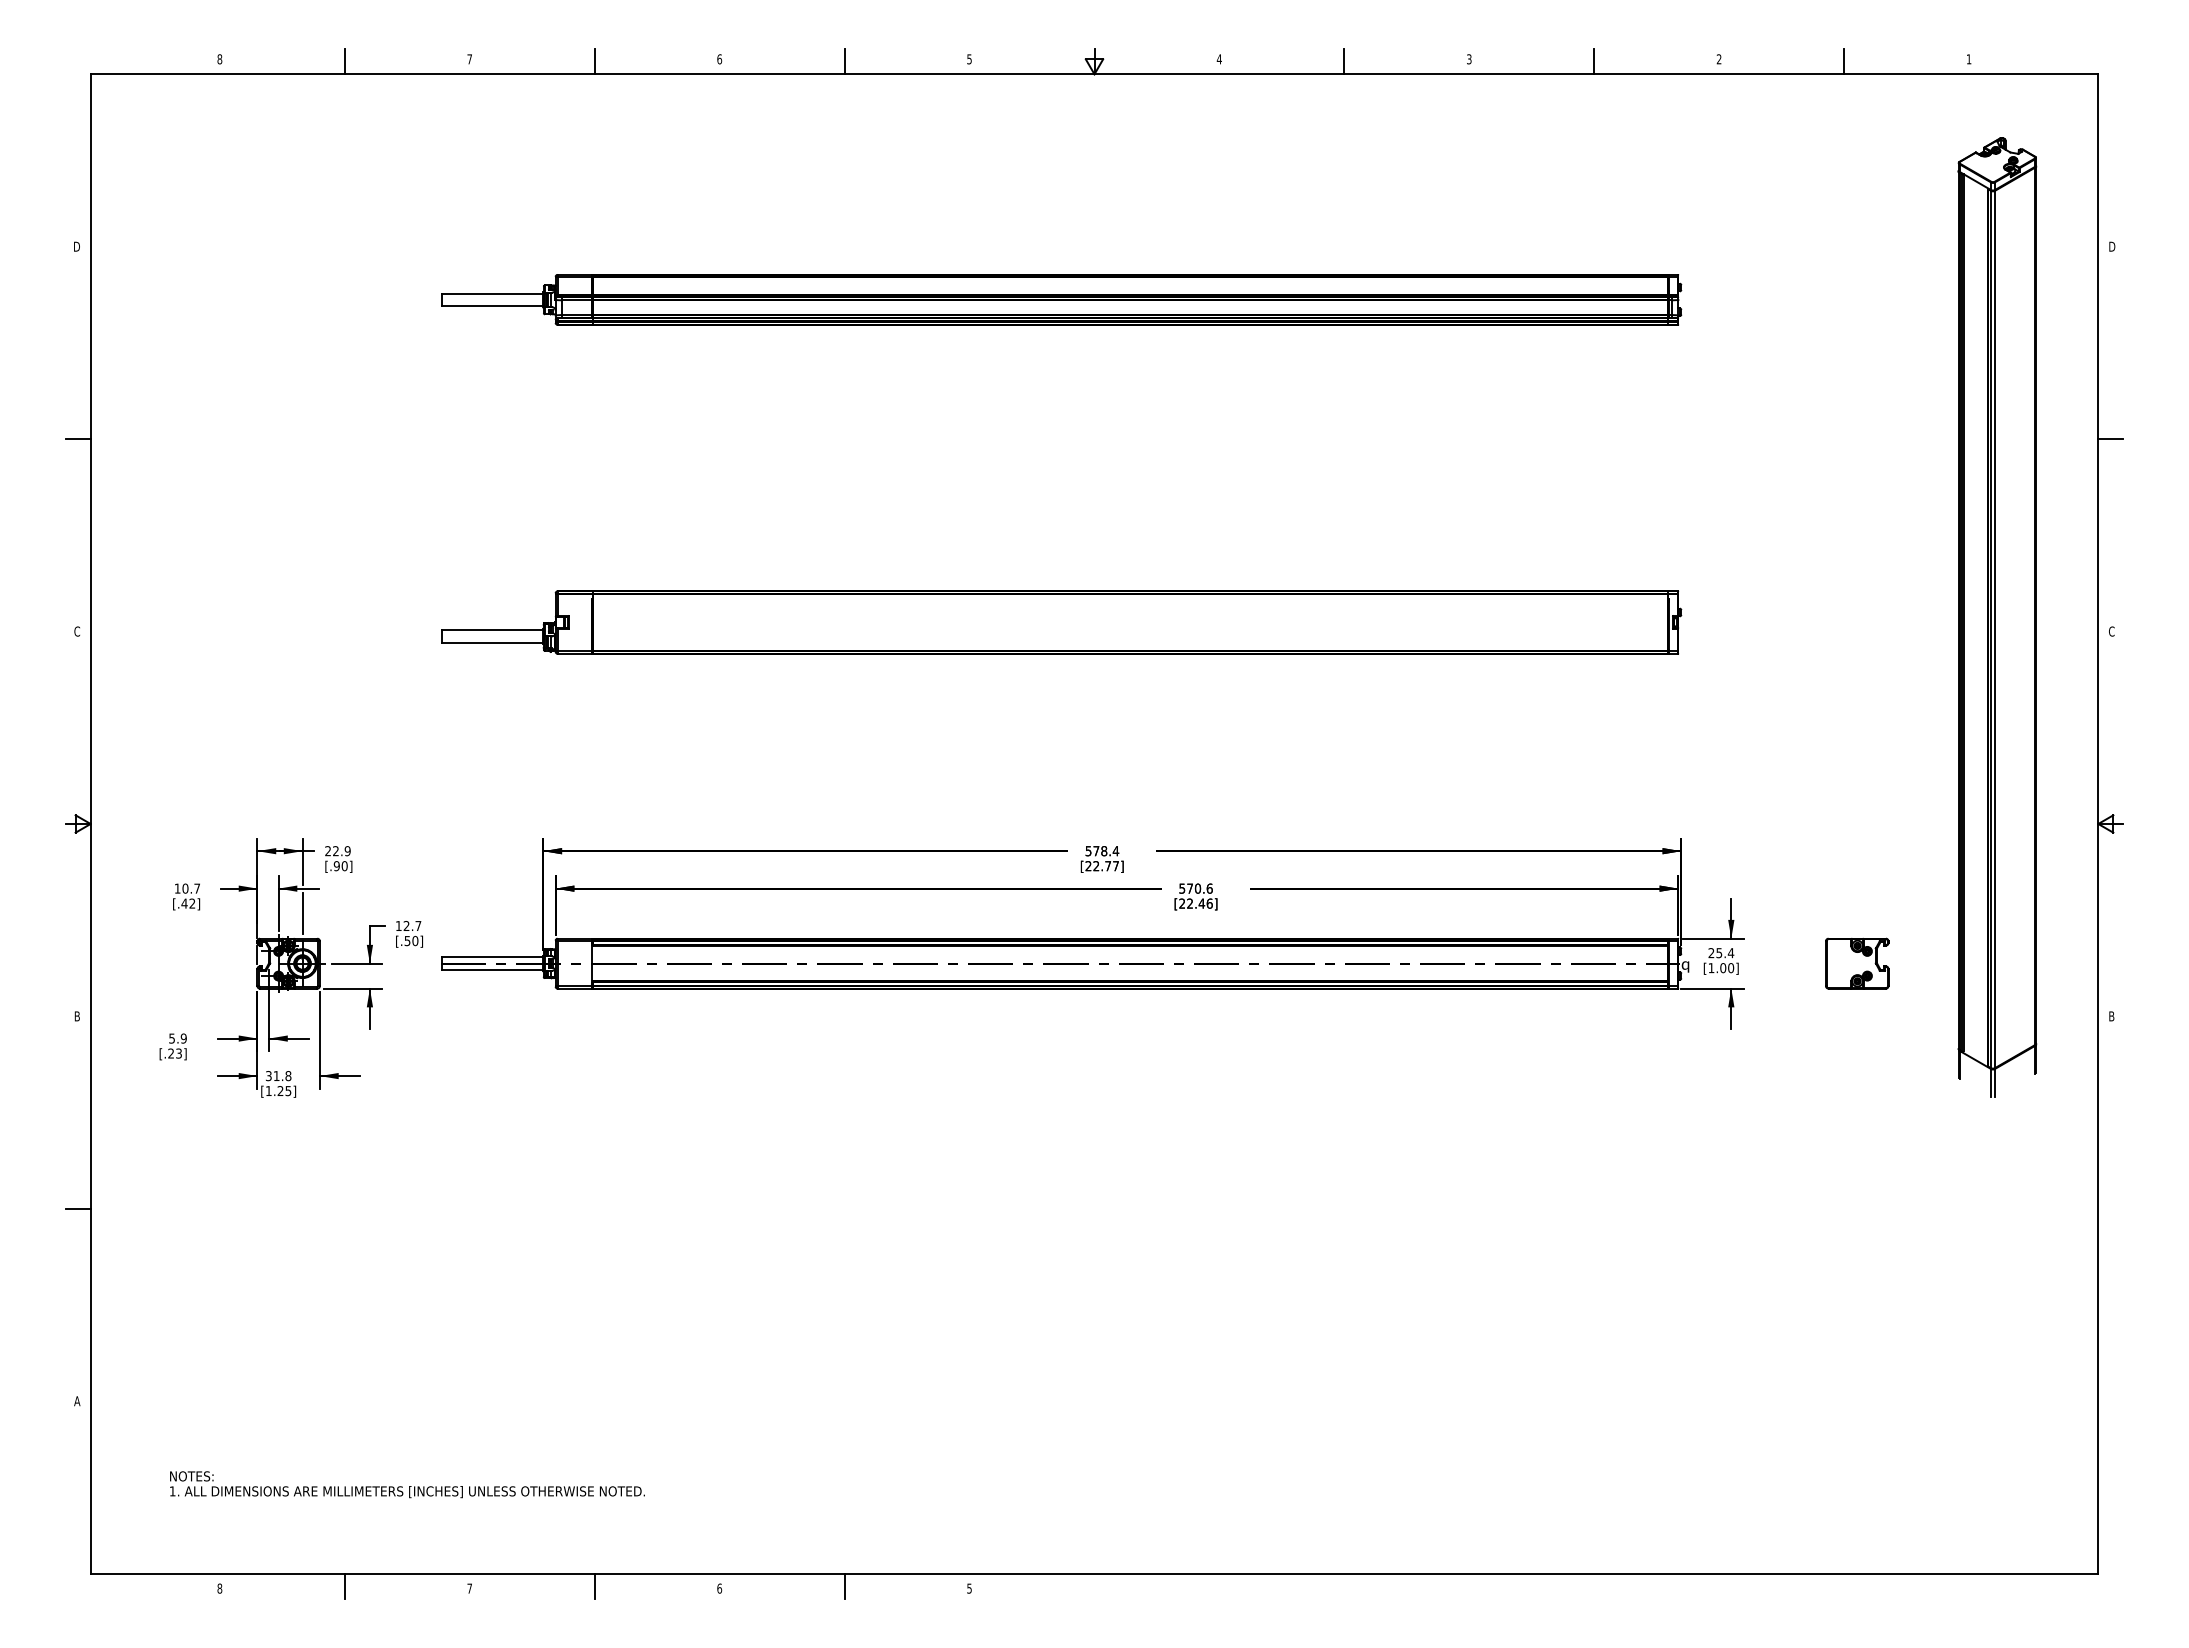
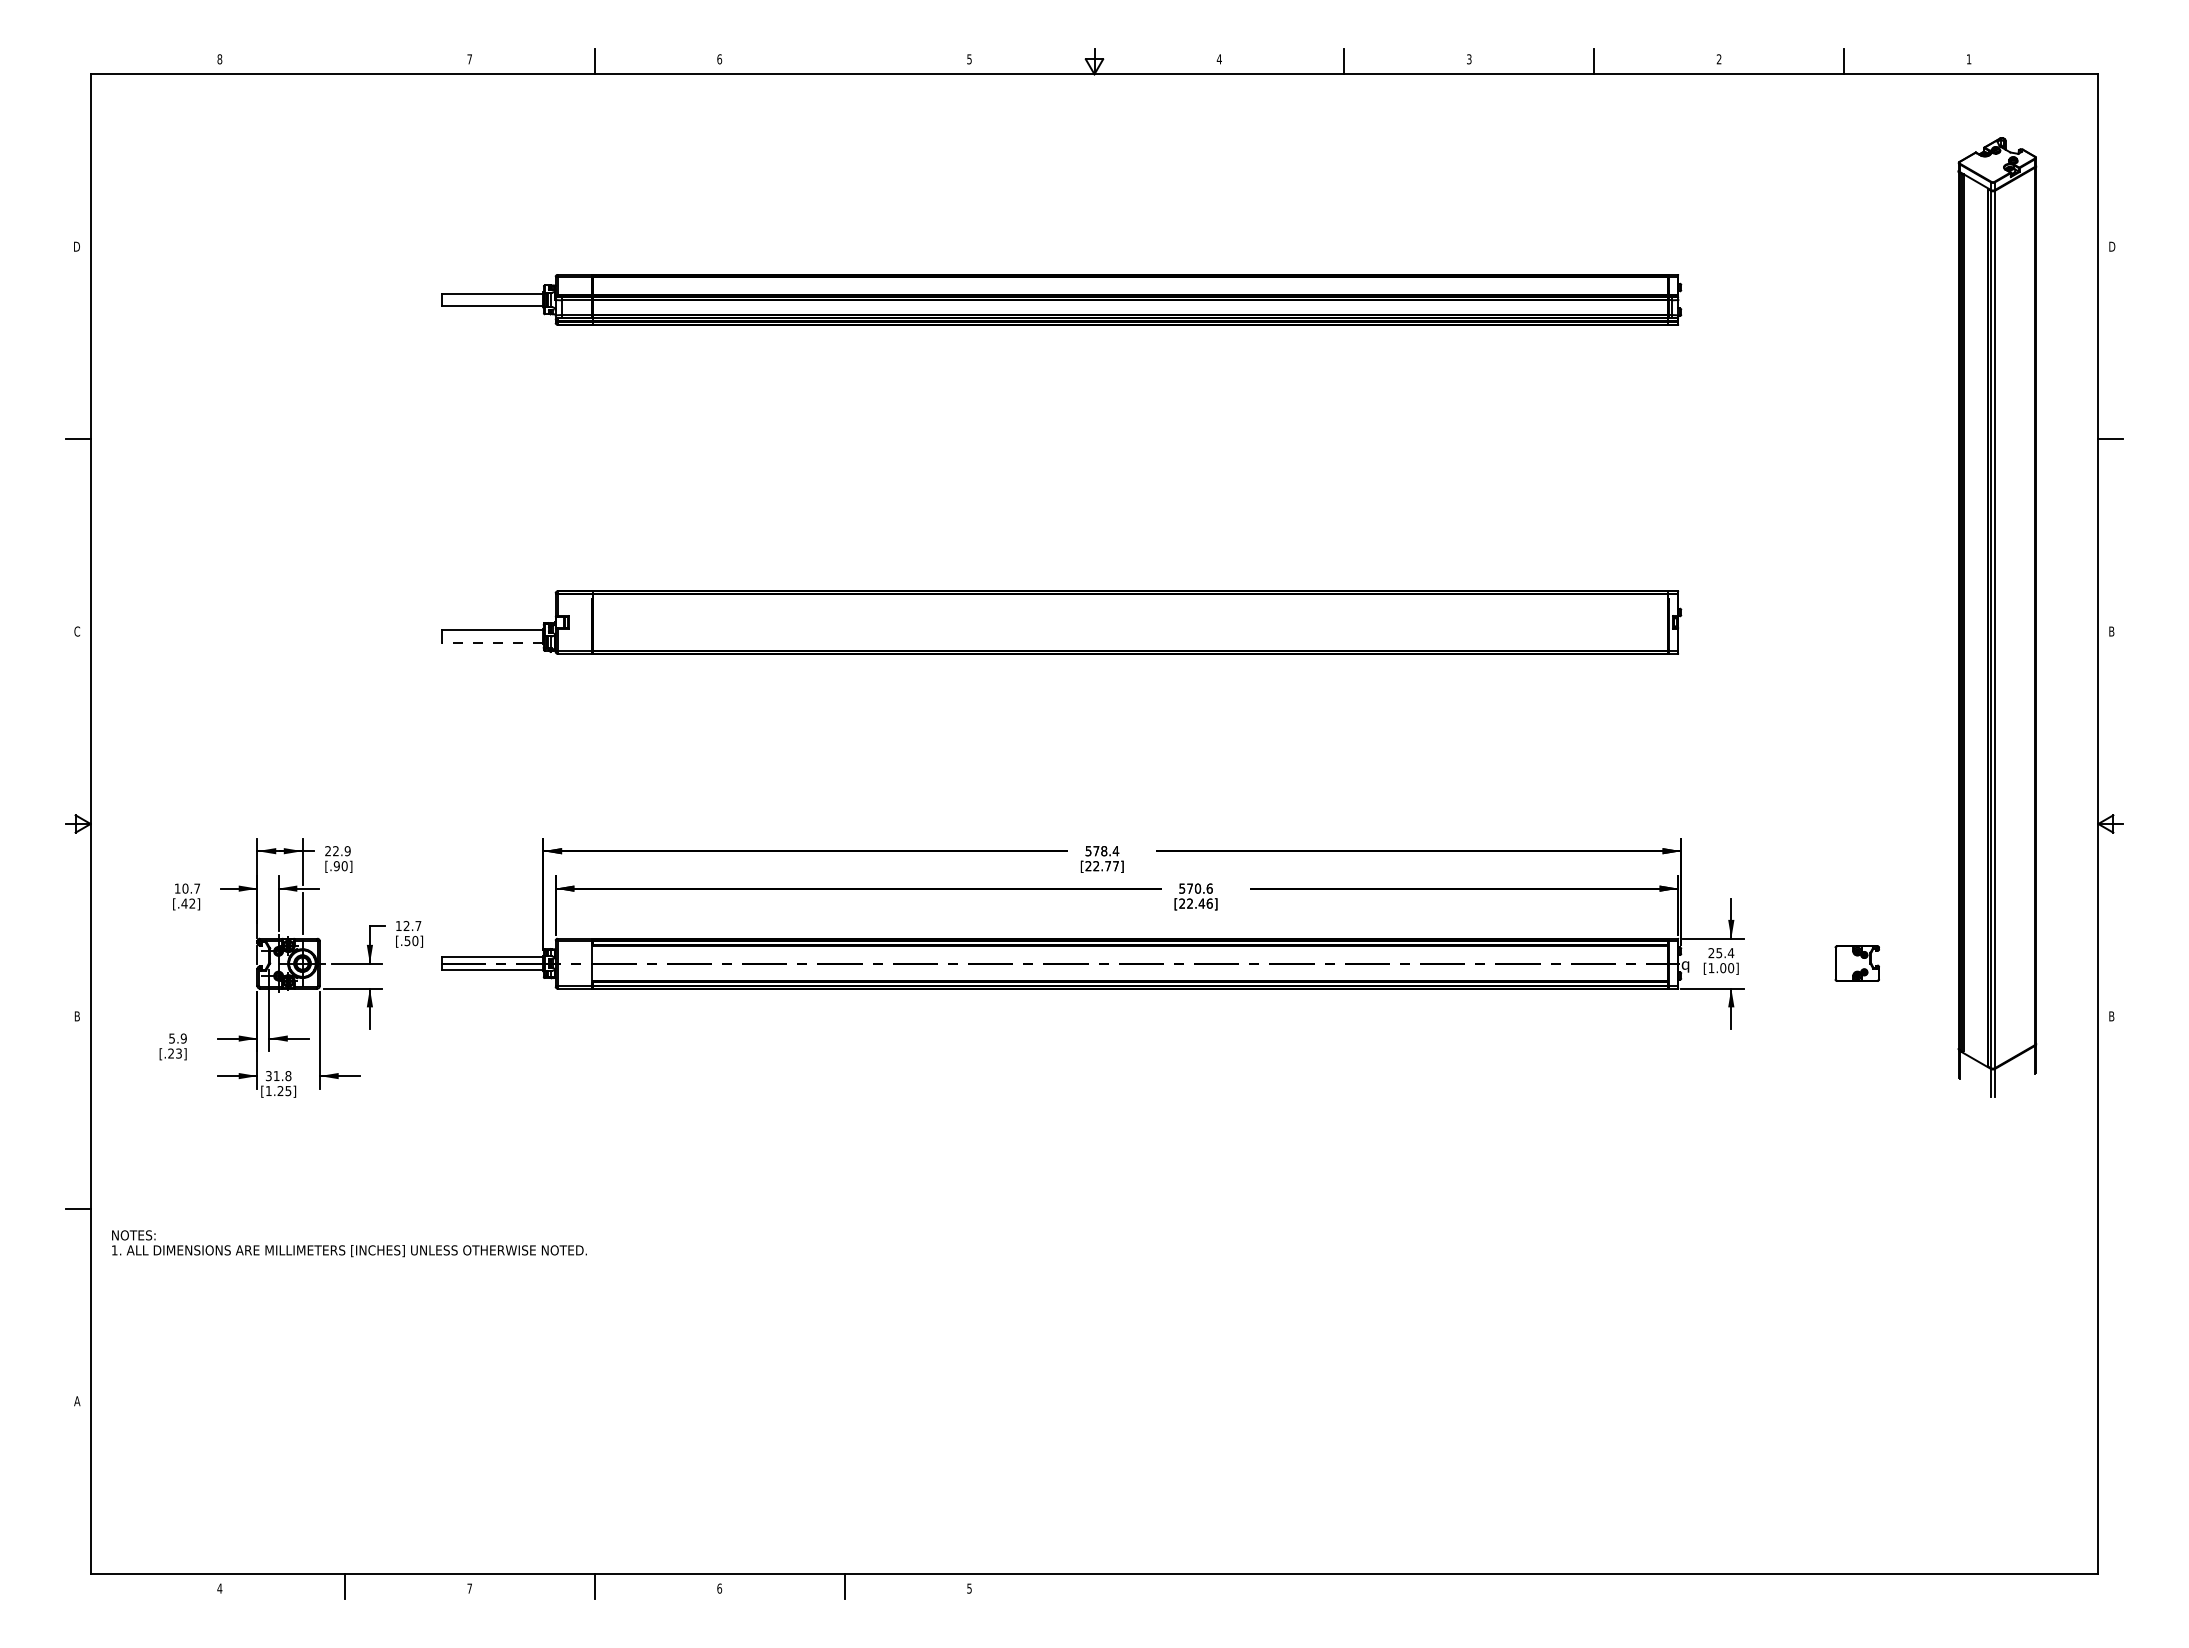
line at (344, 61): present -> none
line at (844, 61): present -> none
text at (2111, 631): C -> B
line at (492, 642): solid -> dashed
part at (1857, 963) size: 65x53 px -> 46x37 px
text at (407, 1484) position: (407, 1484) -> (349, 1243)
text at (219, 1588): 8 -> 4
